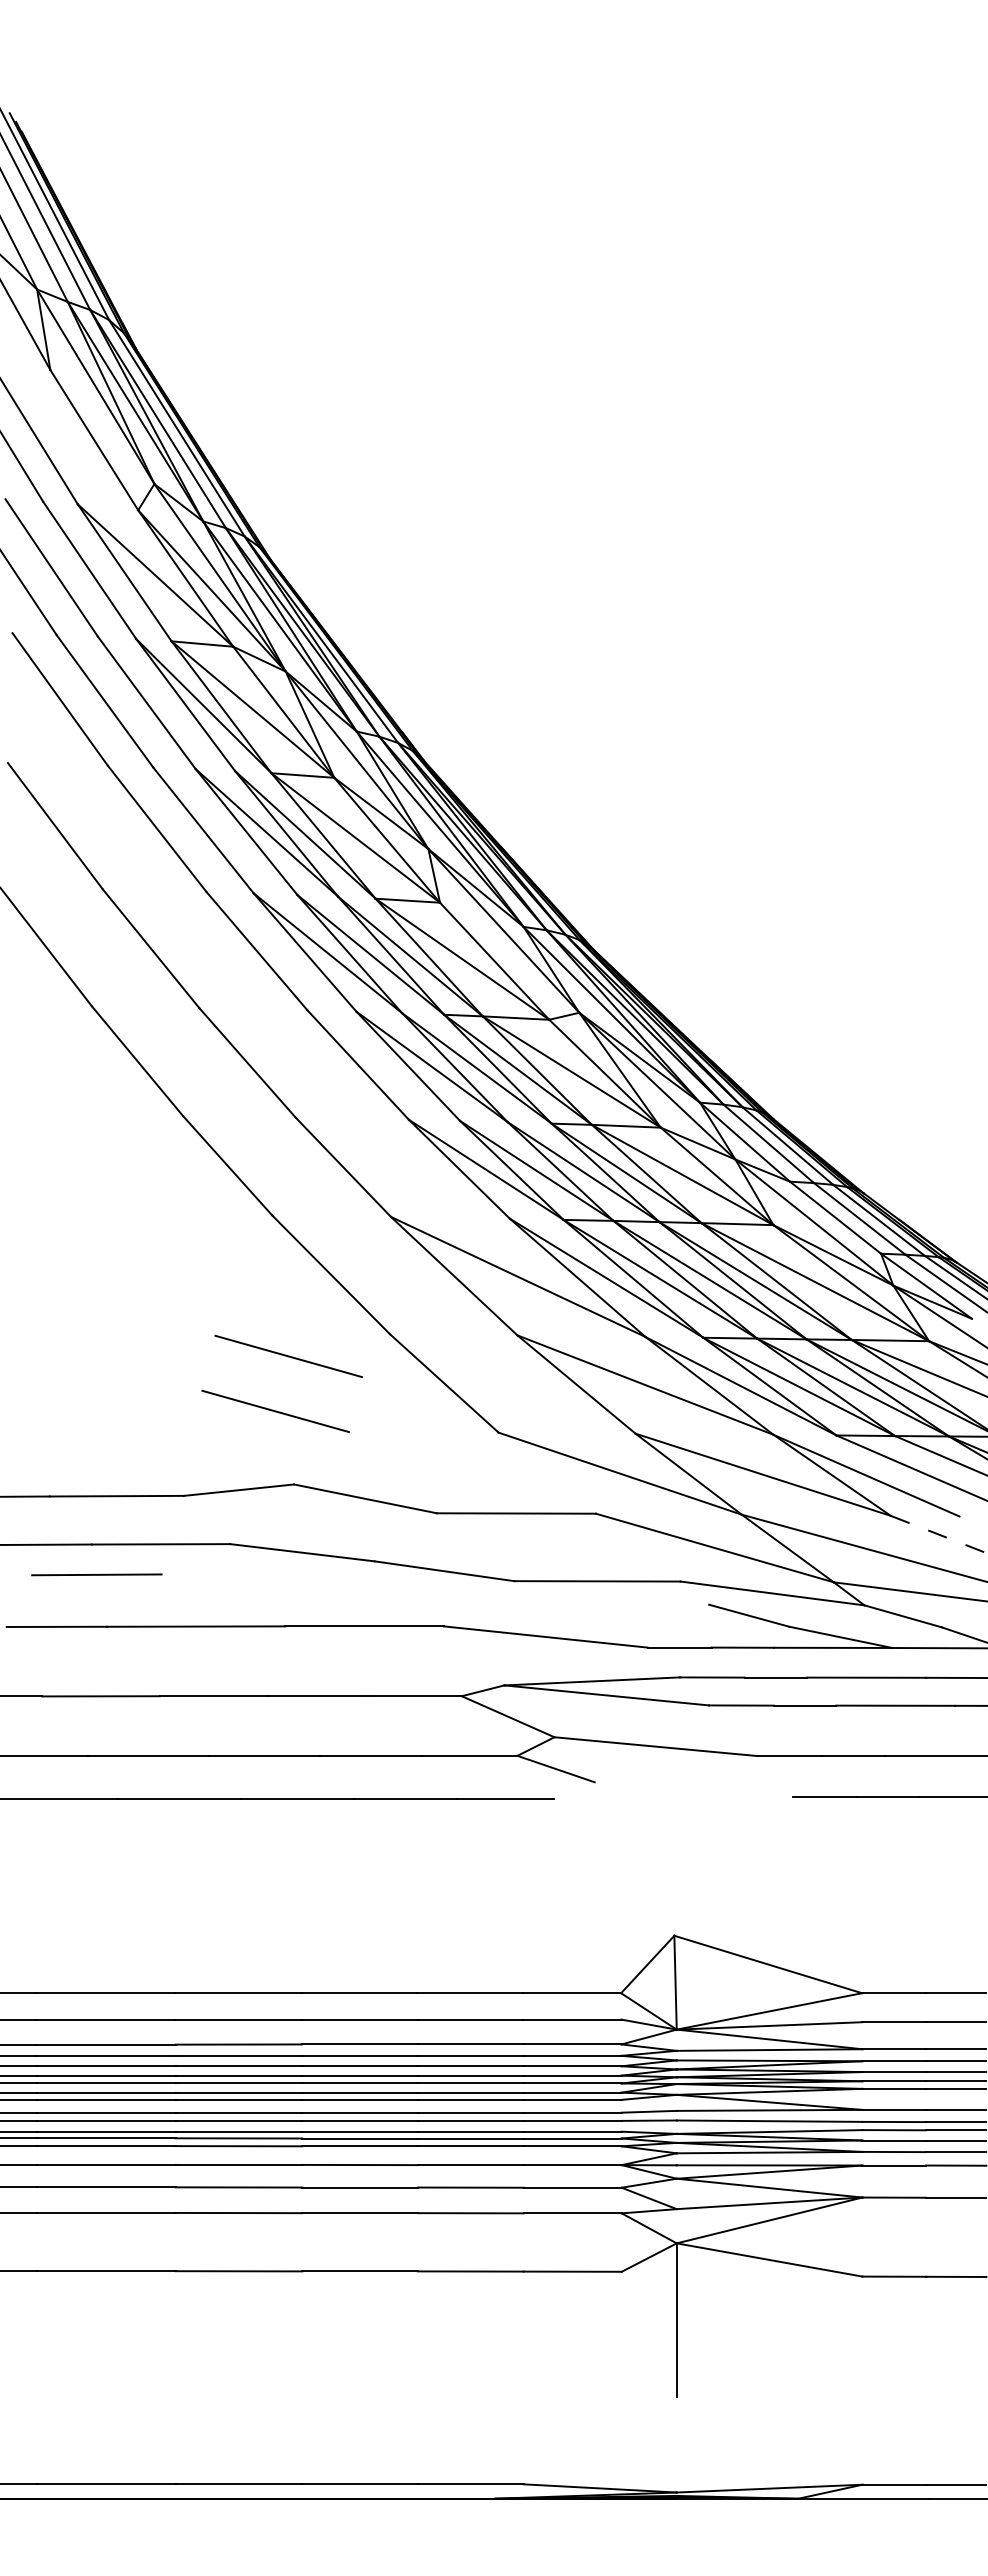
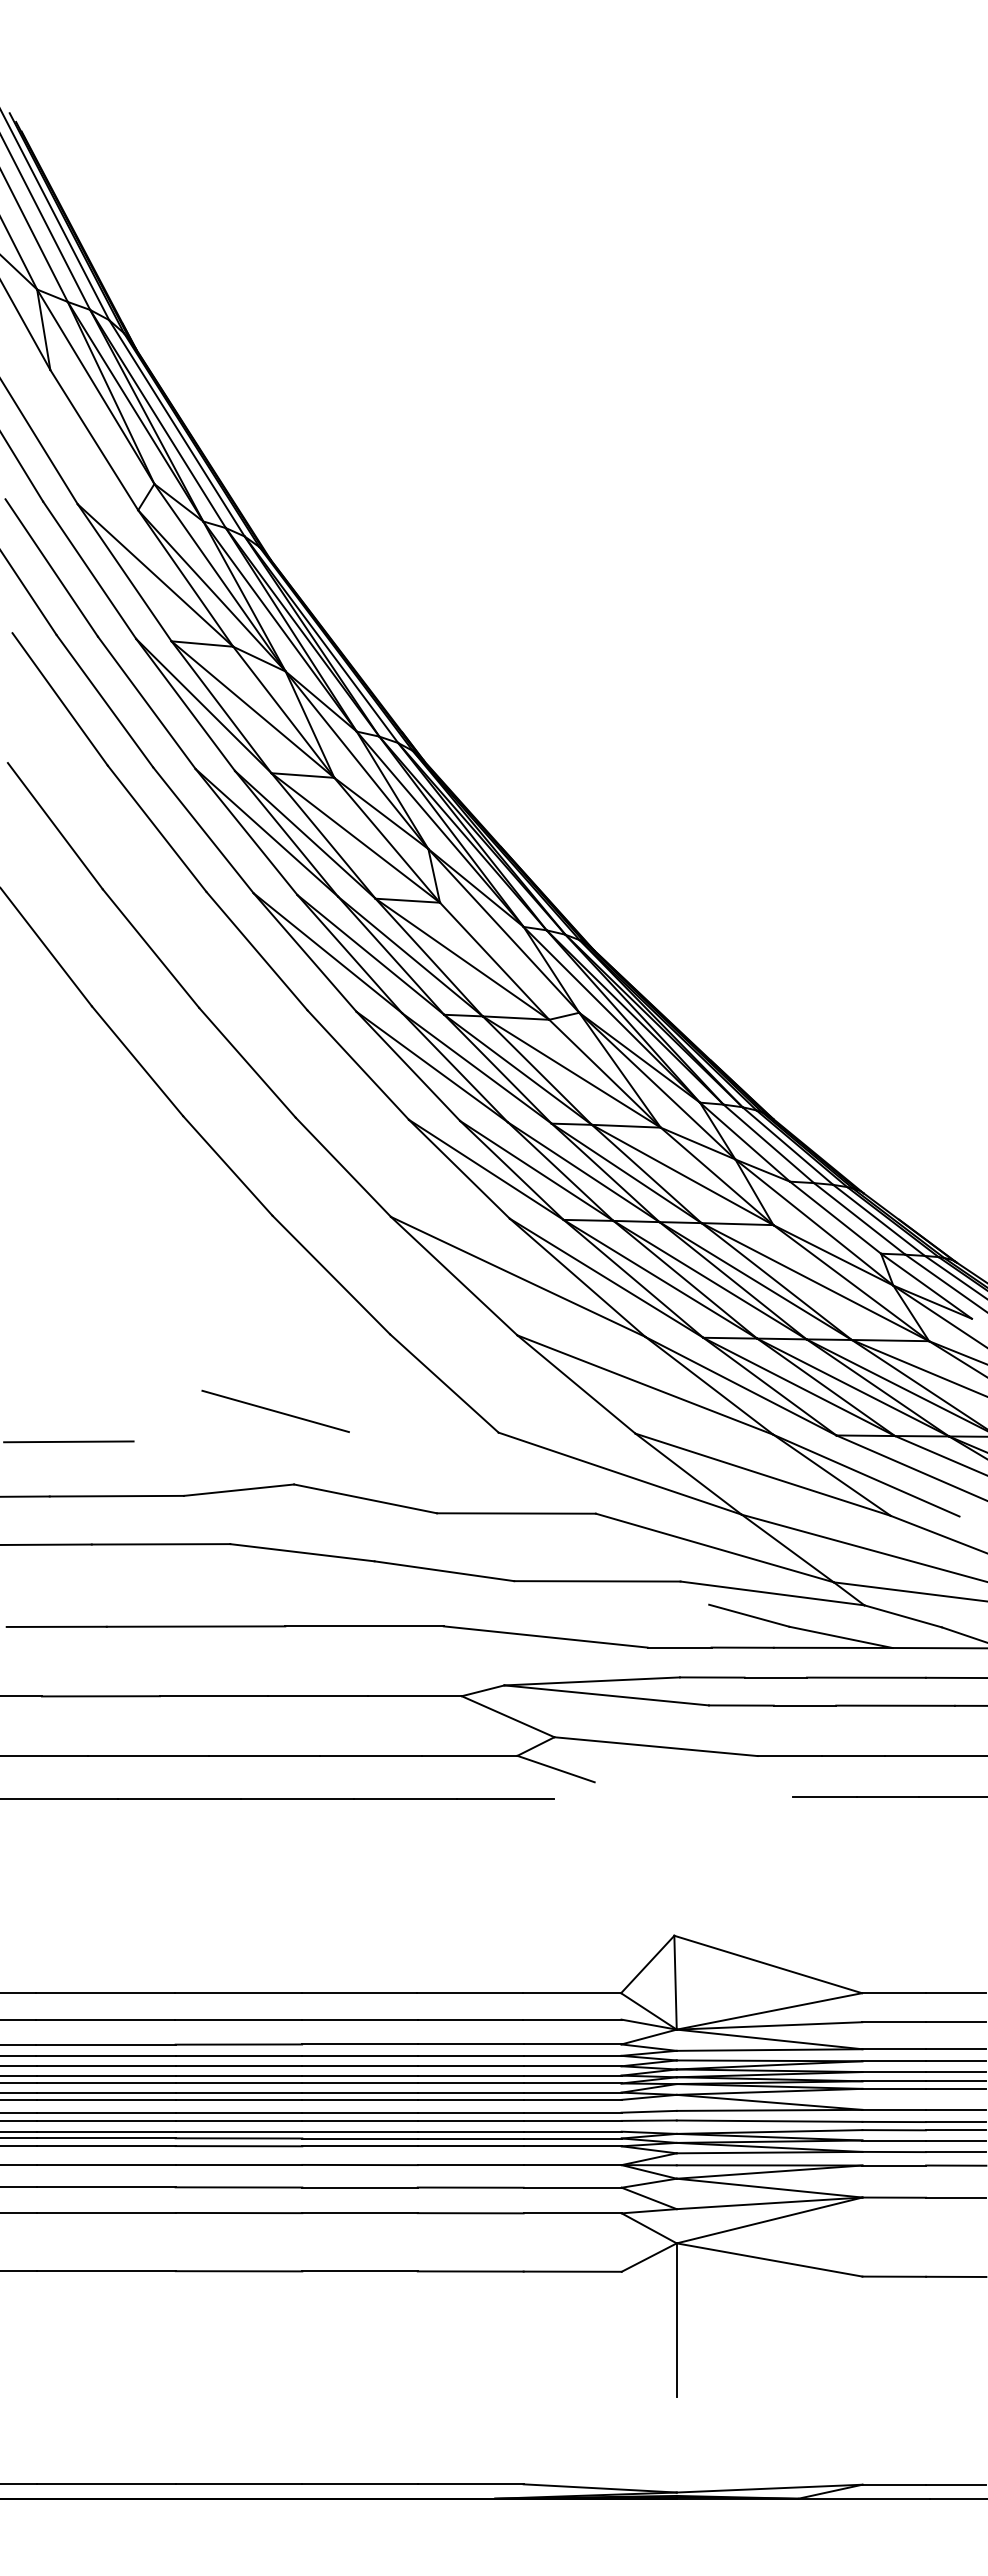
line at (288, 1355): present -> none
line at (939, 1534): dashed -> solid
line at (96, 1574) position: (96, 1574) -> (68, 1441)
